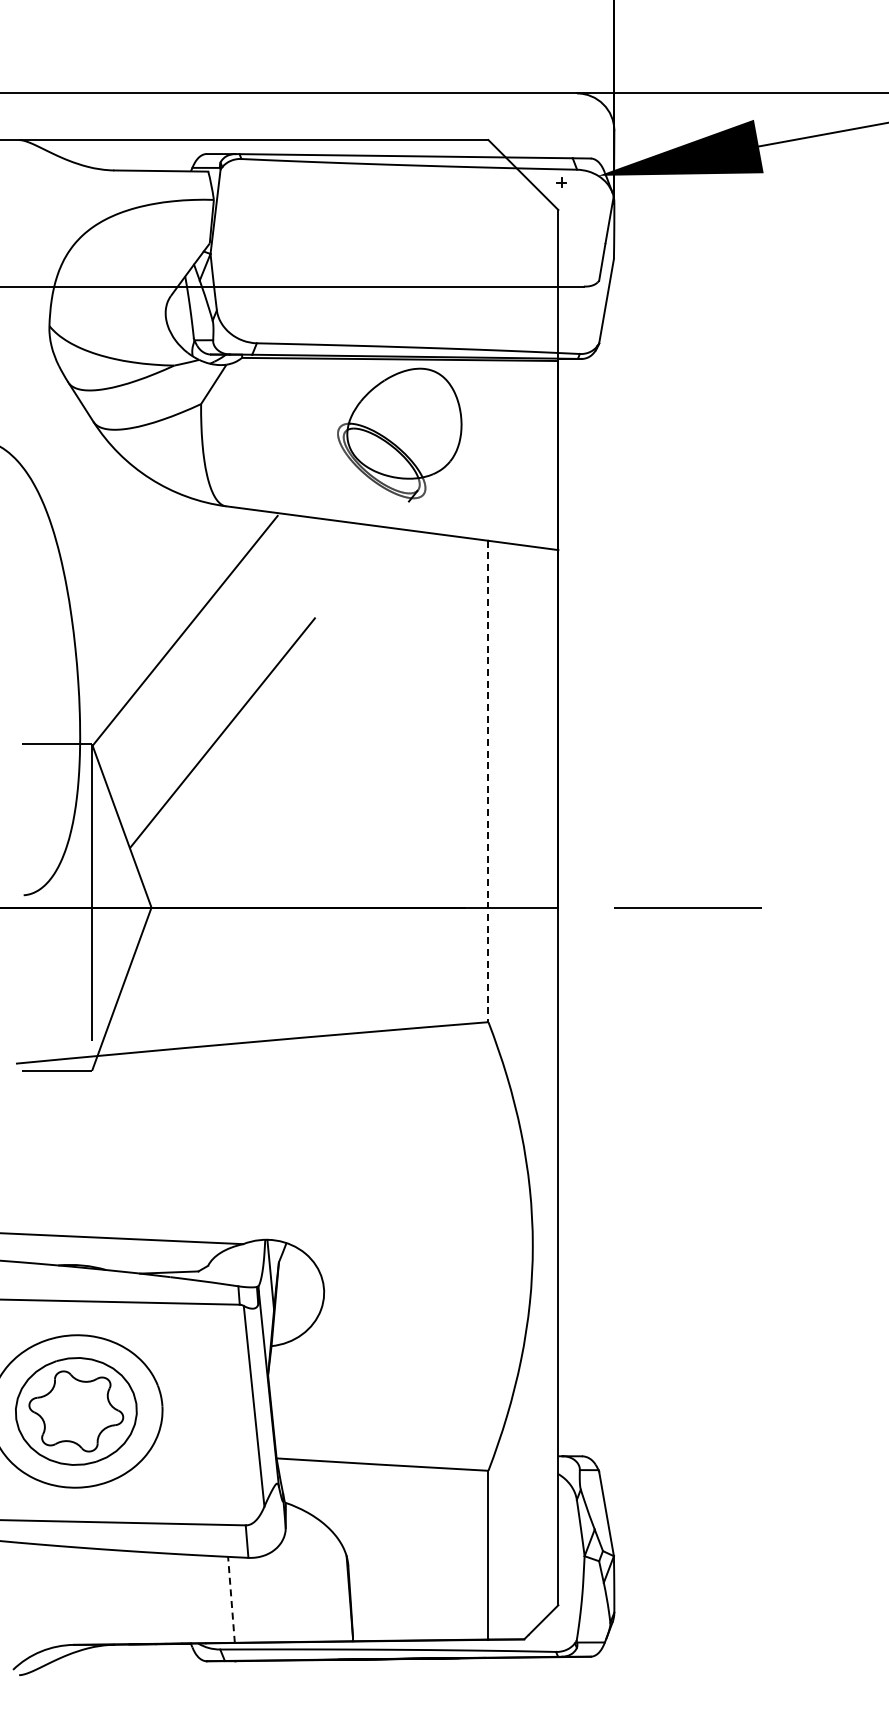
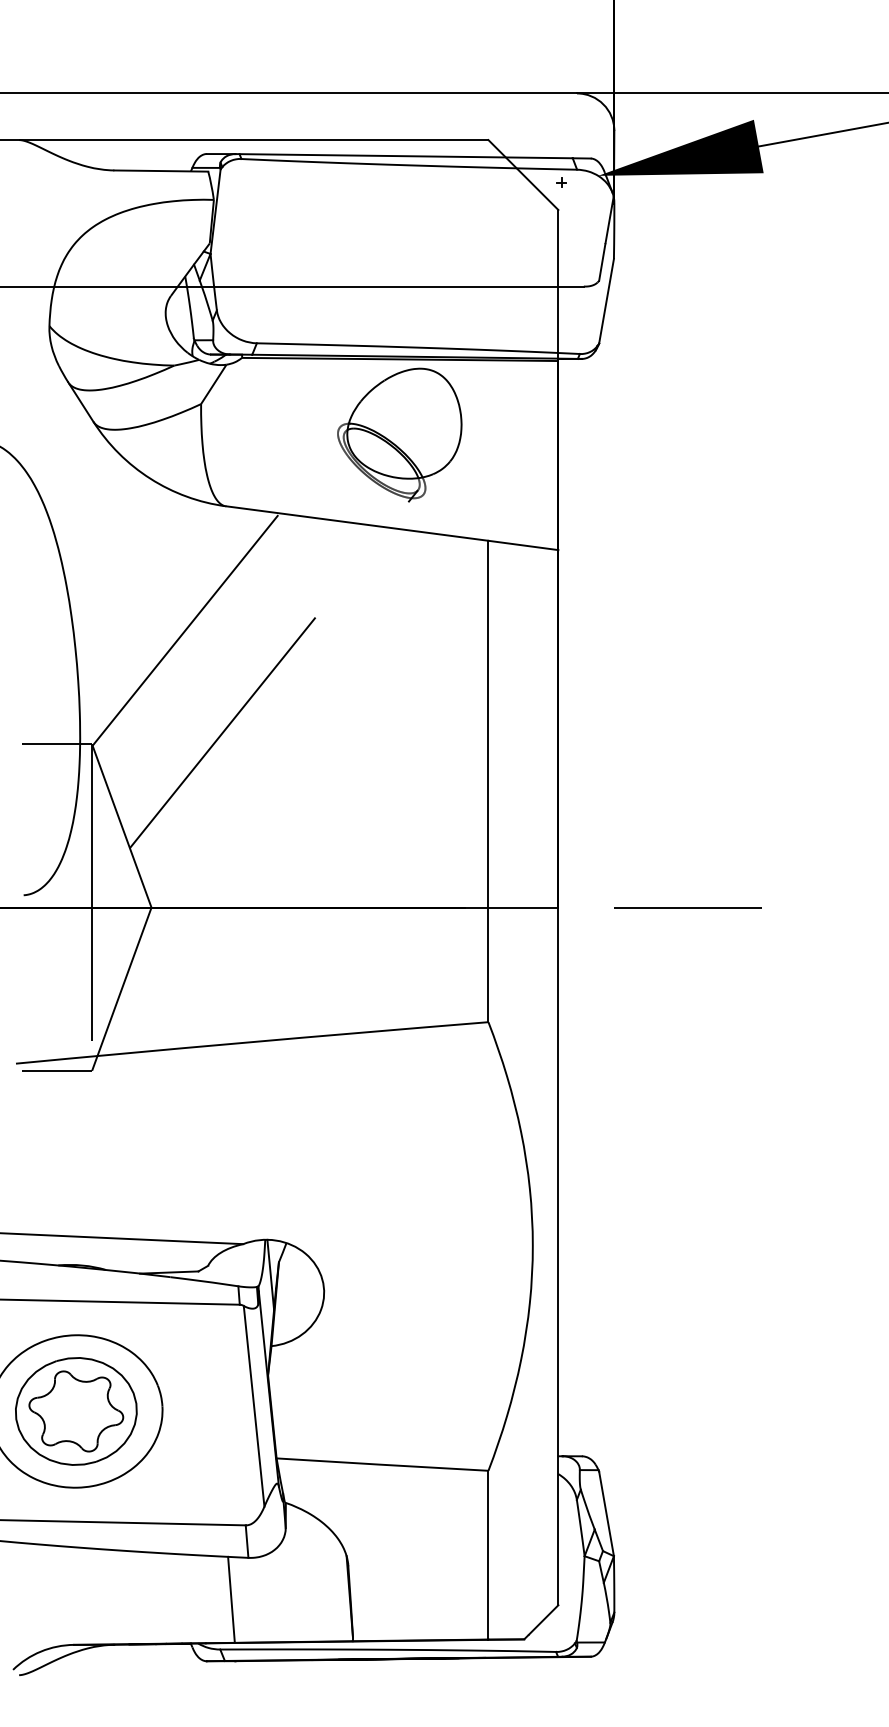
line at (488, 781): dashed -> solid
line at (231, 1599): dashed -> solid
